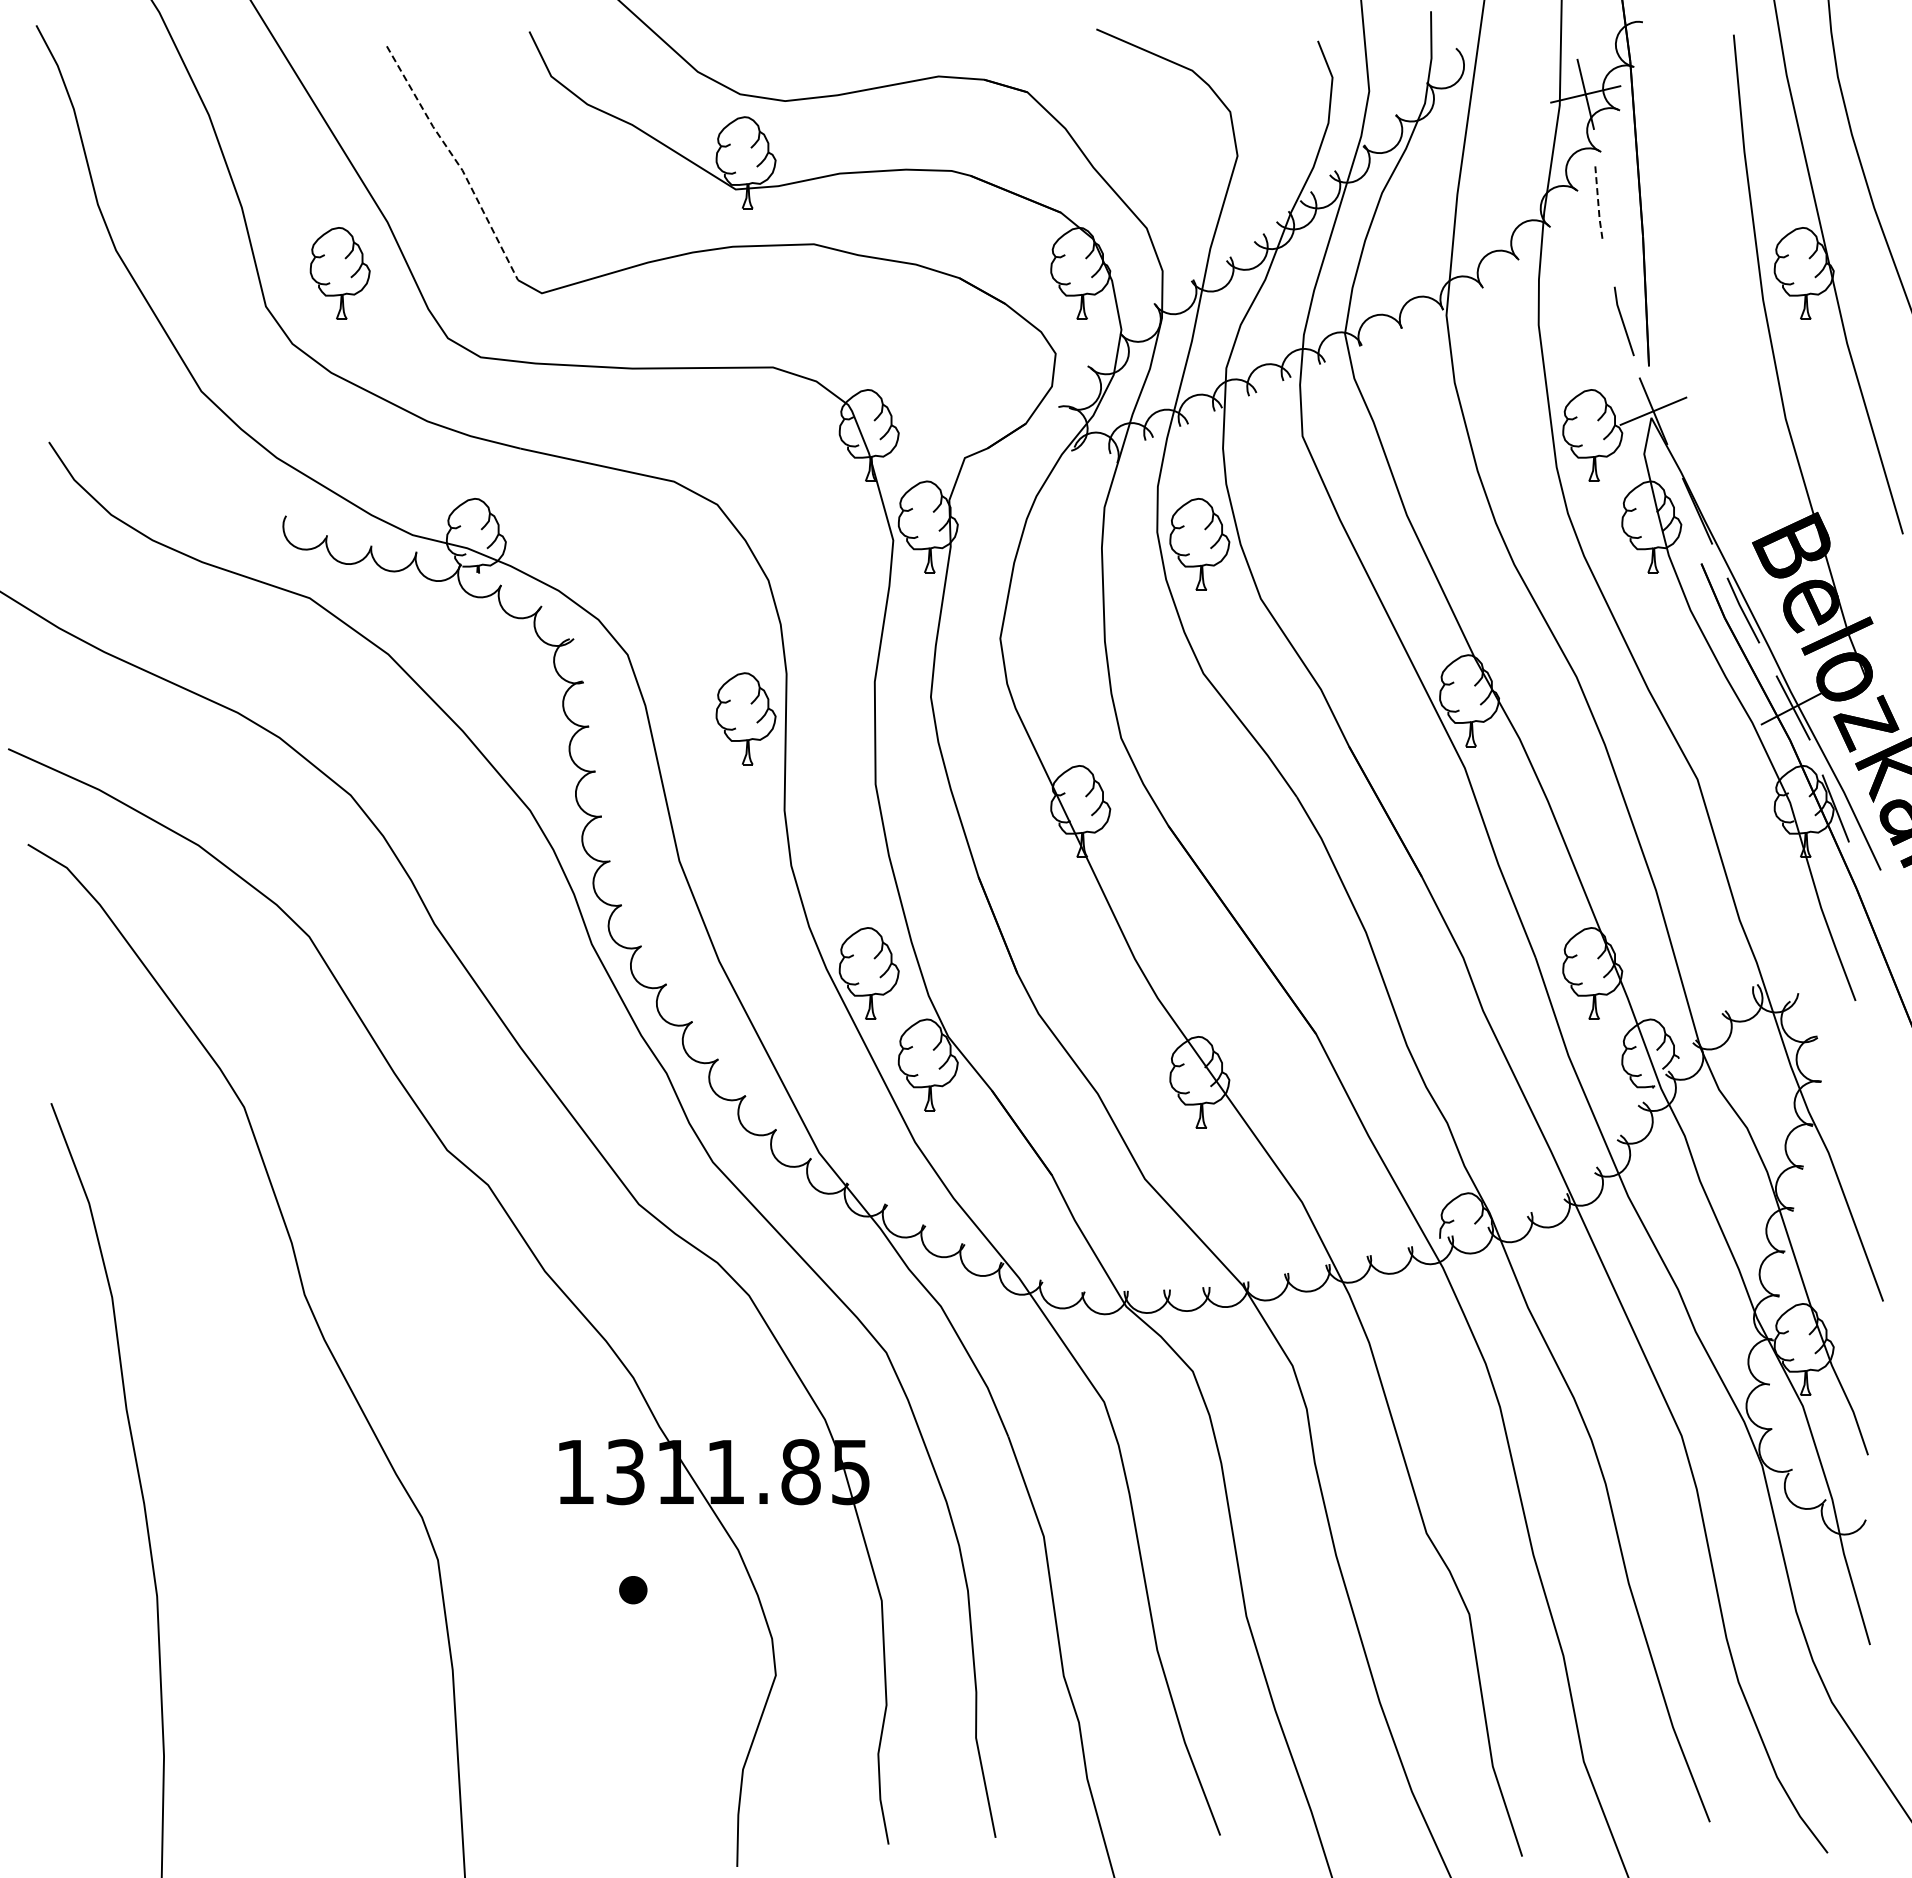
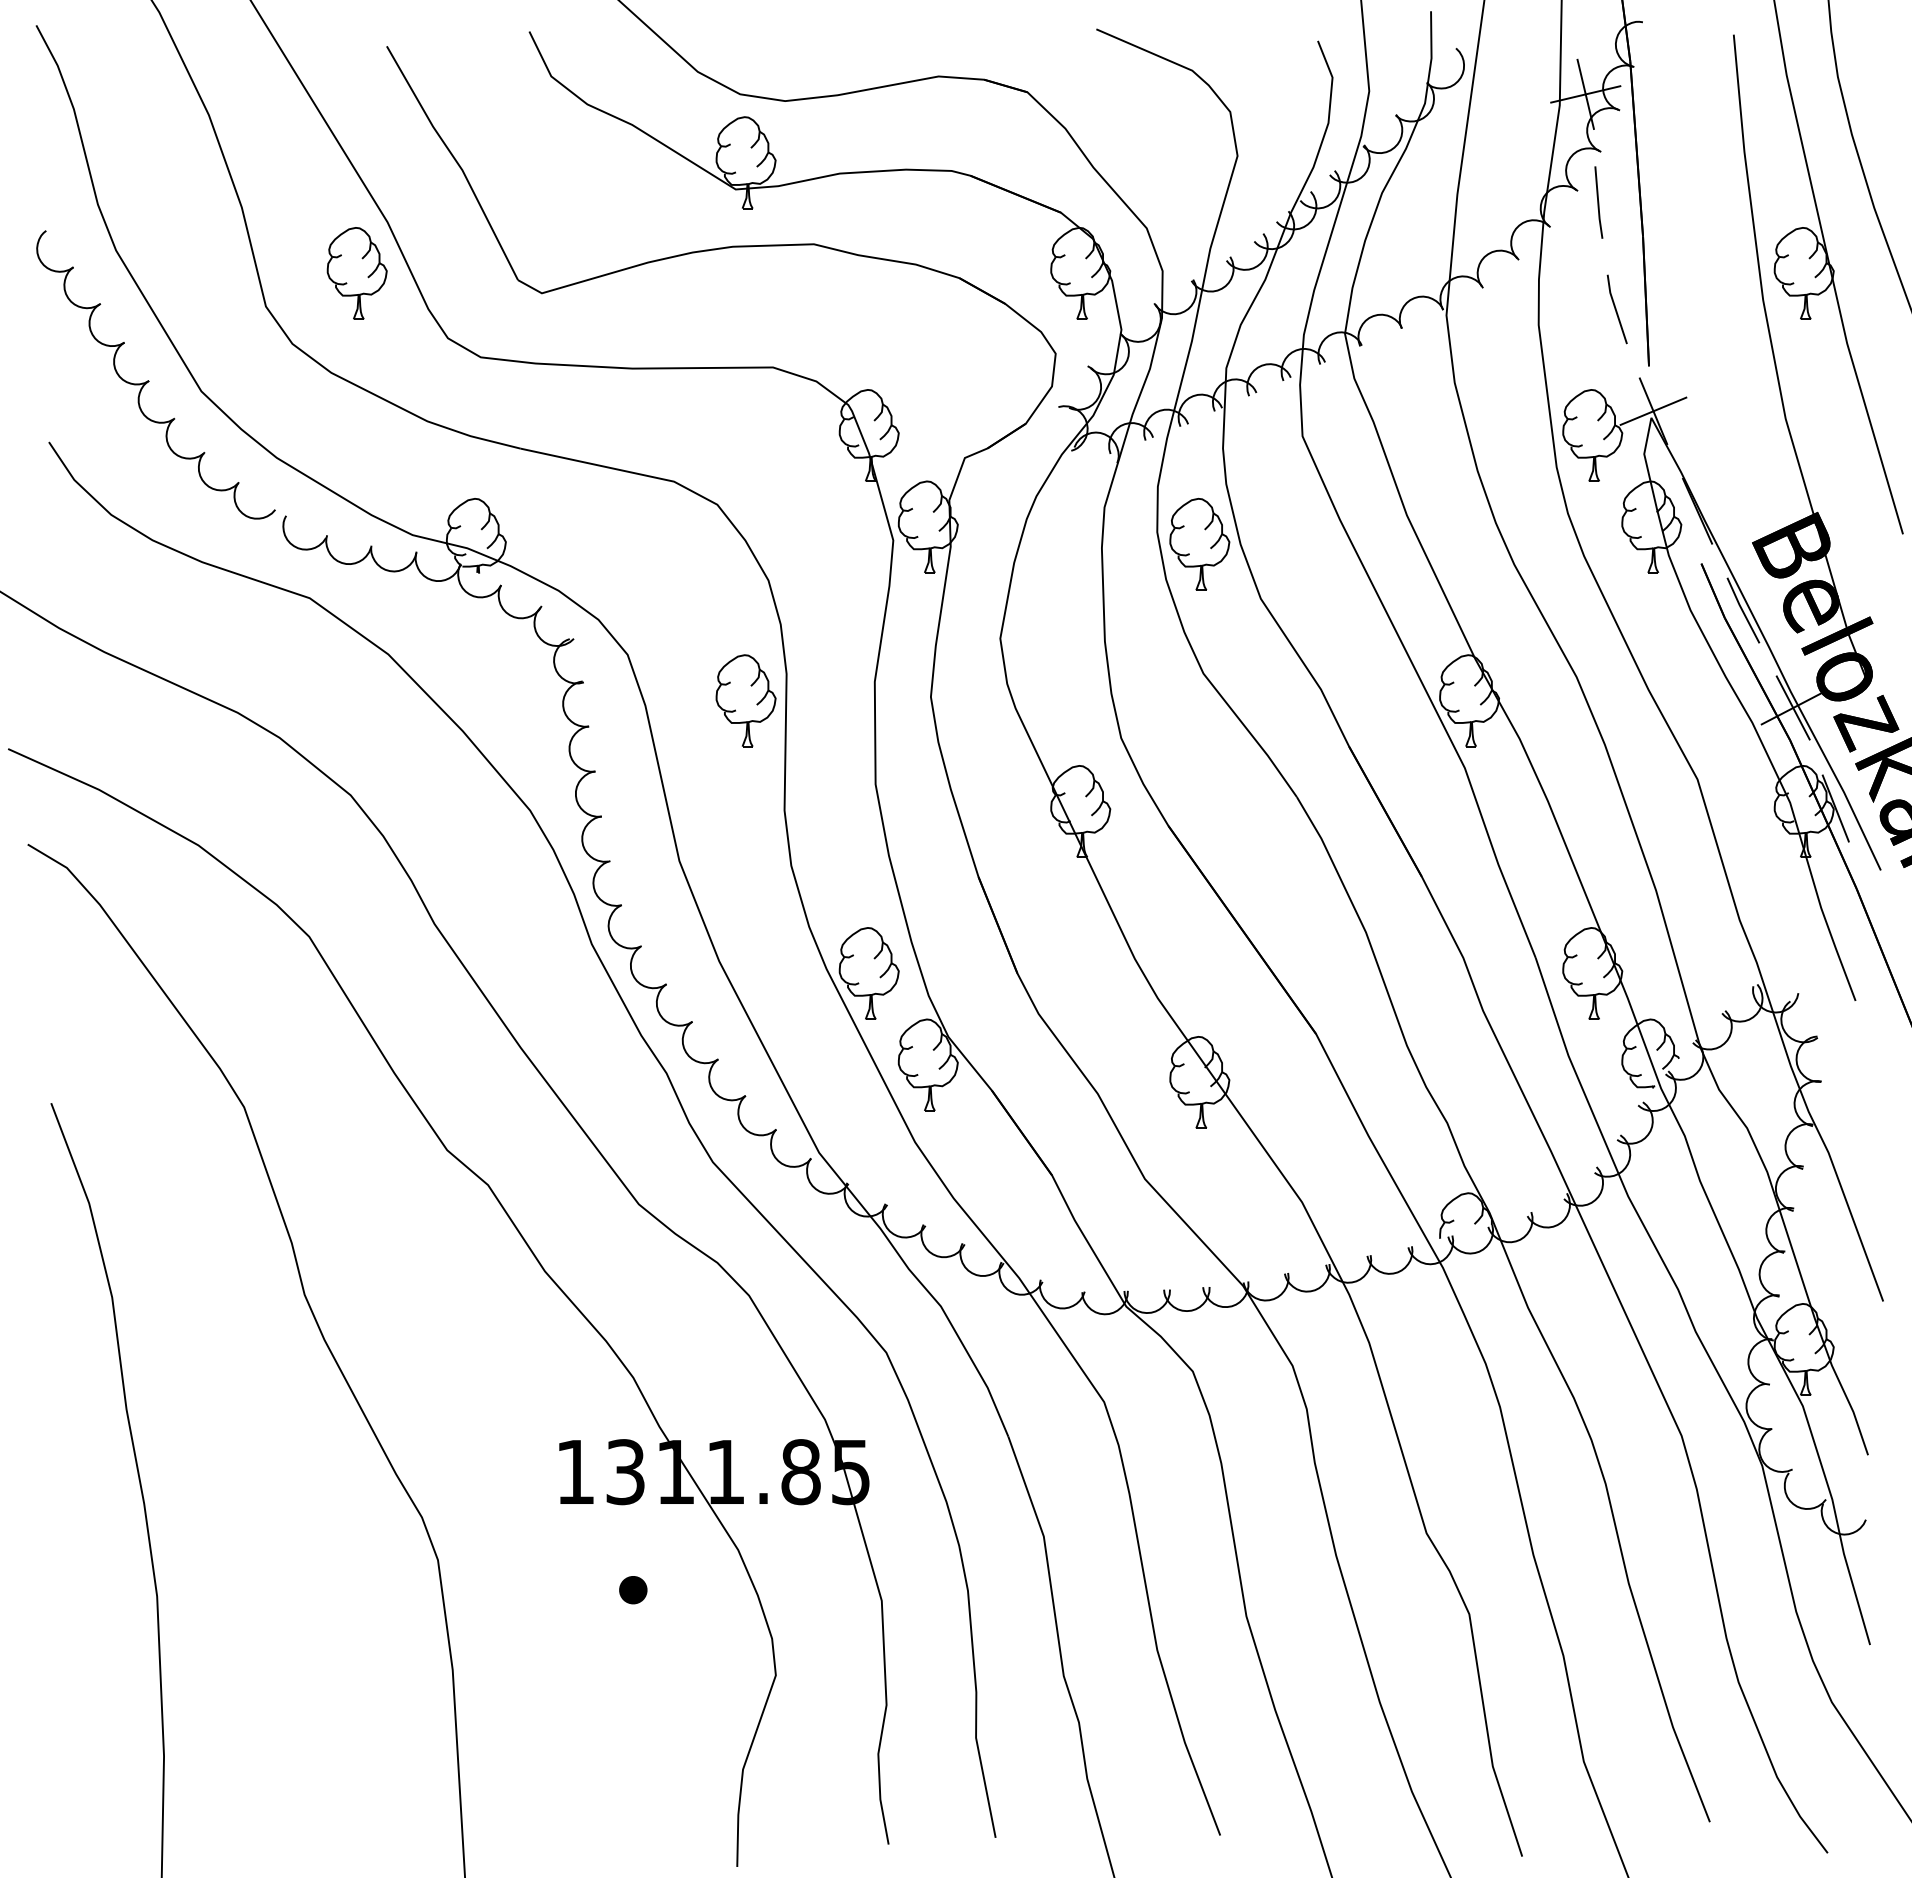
line at (456, 161): dashed -> solid
line at (1598, 203): dashed -> solid
part at (339, 273) position: (339, 273) -> (356, 273)
line at (1623, 321) position: (1623, 321) -> (1616, 309)
part at (148, 380): none -> present
part at (745, 718) position: (745, 718) -> (745, 700)
